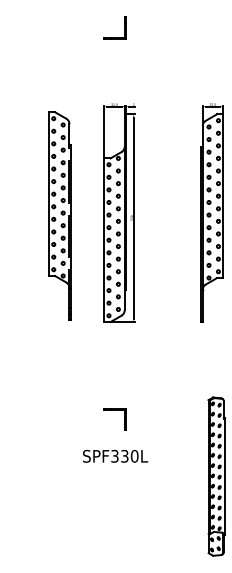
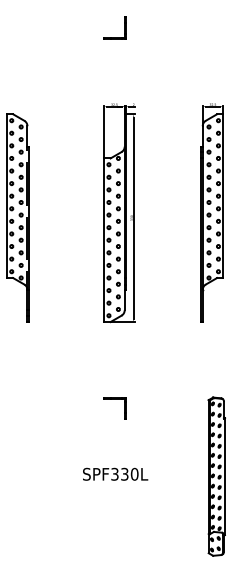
part at (59, 215) position: (59, 215) -> (17, 217)
part at (114, 410) position: (114, 410) -> (114, 399)
text at (115, 455) position: (115, 455) -> (115, 473)
